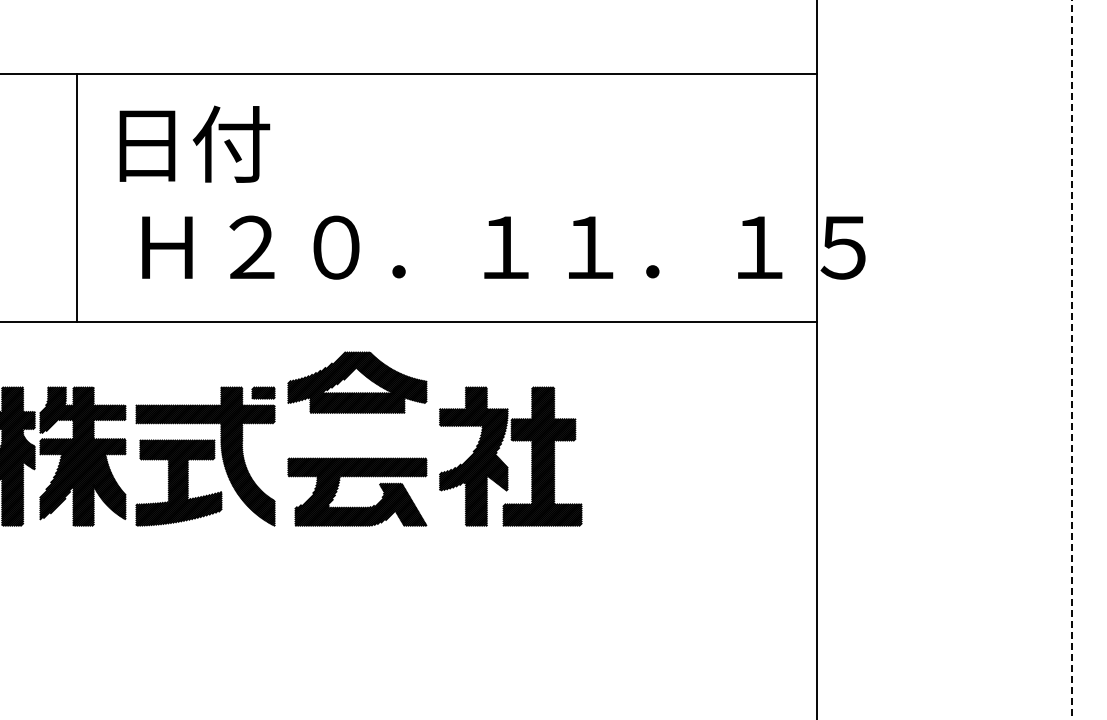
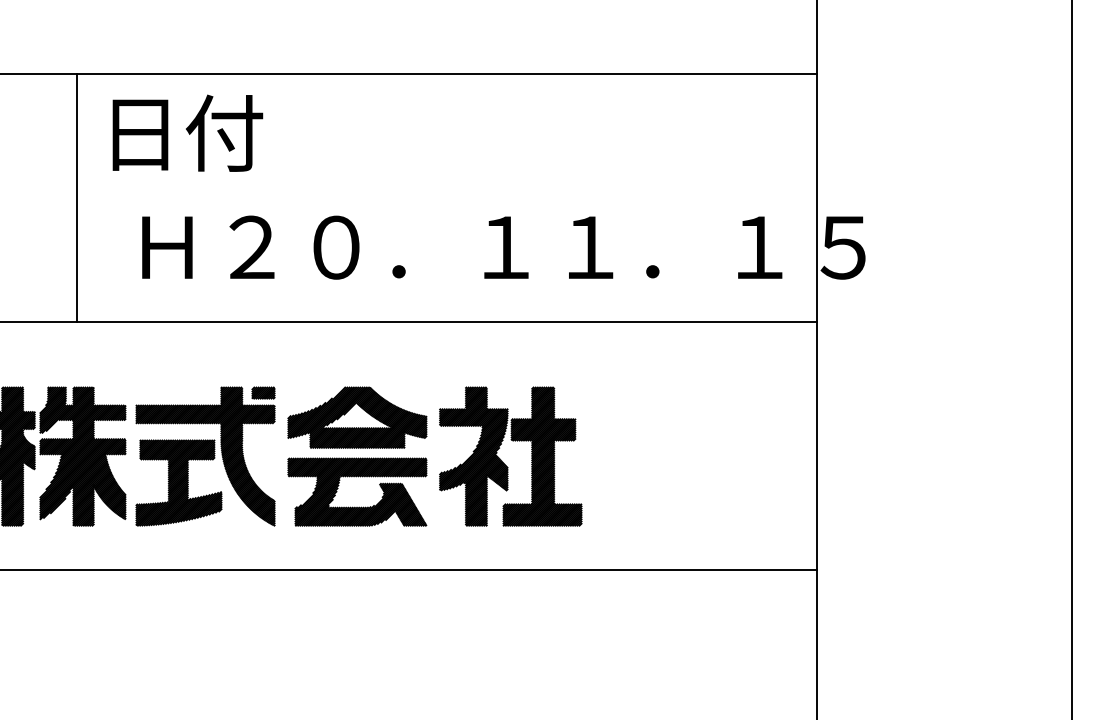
text at (194, 143) position: (194, 143) -> (187, 132)
line at (1071, 359): dashed -> solid
part at (357, 382) position: (357, 382) -> (357, 417)
line at (409, 570): none -> present
